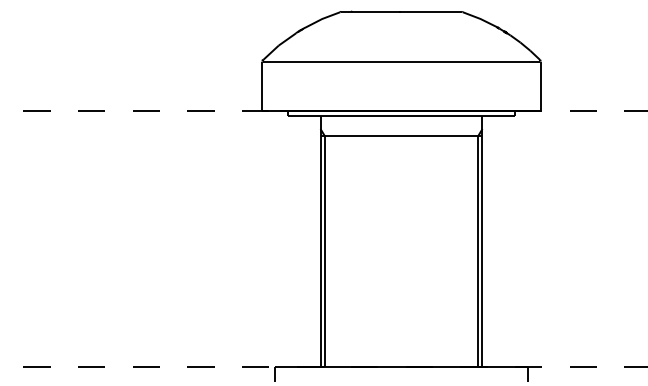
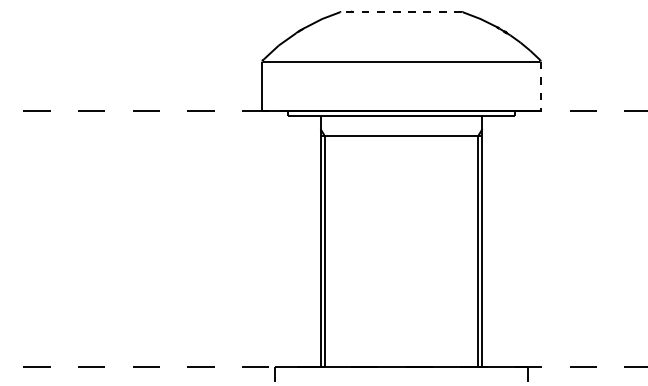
line at (401, 11): solid -> dashed
line at (540, 86): solid -> dashed
